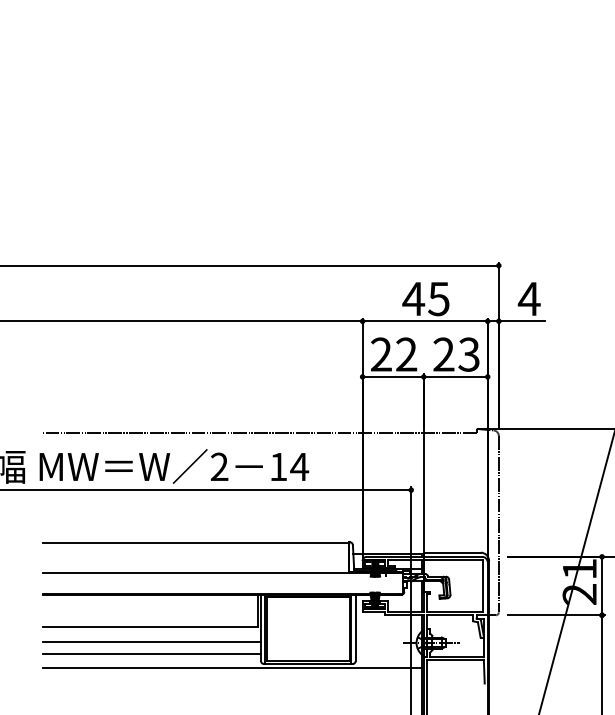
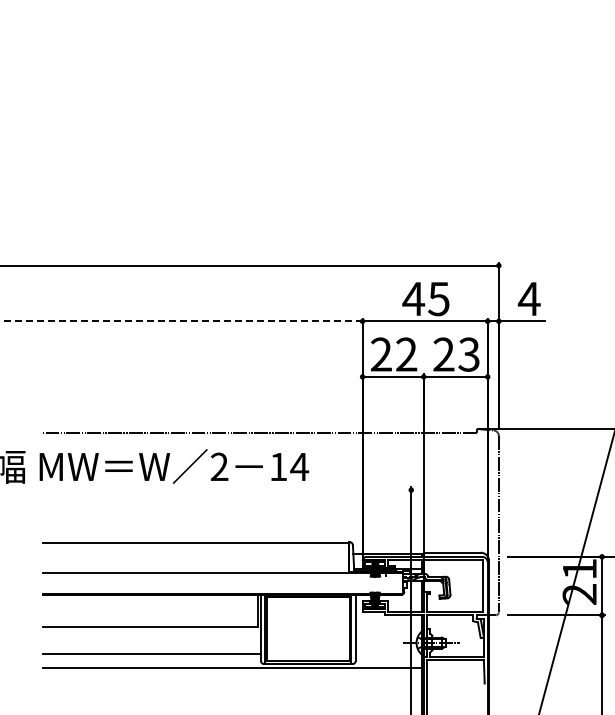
line at (181, 321): solid -> dashed
line at (206, 490): present -> none
line at (151, 641): present -> none
